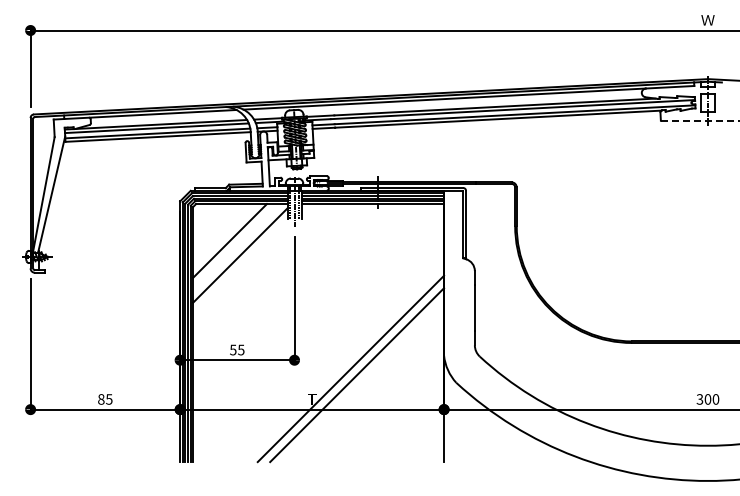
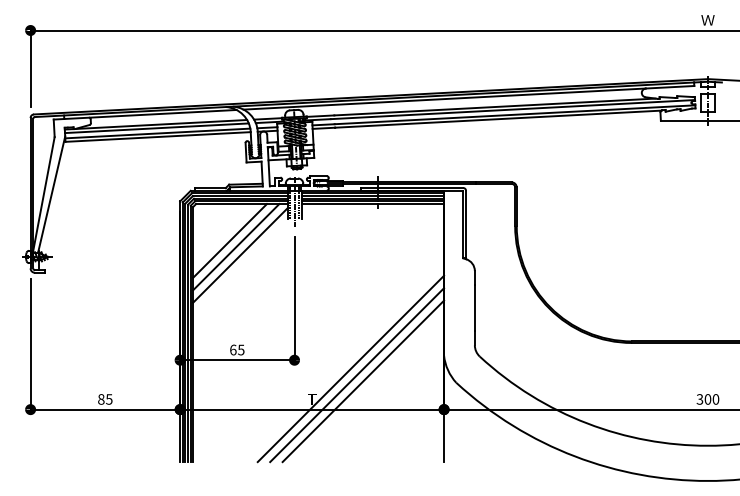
line at (700, 120): dashed -> solid
line at (236, 247): none -> present
text at (233, 349): 55 -> 65
line at (363, 381): none -> present
